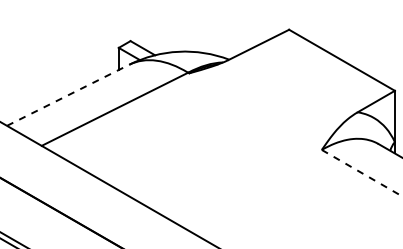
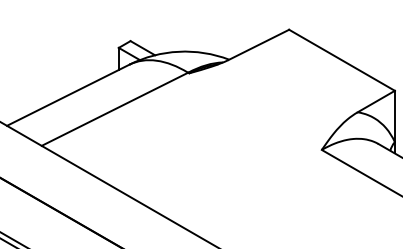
line at (68, 95): dashed -> solid
line at (362, 173): dashed -> solid
